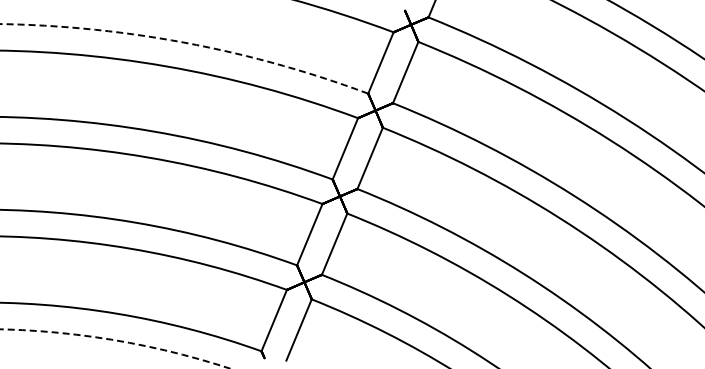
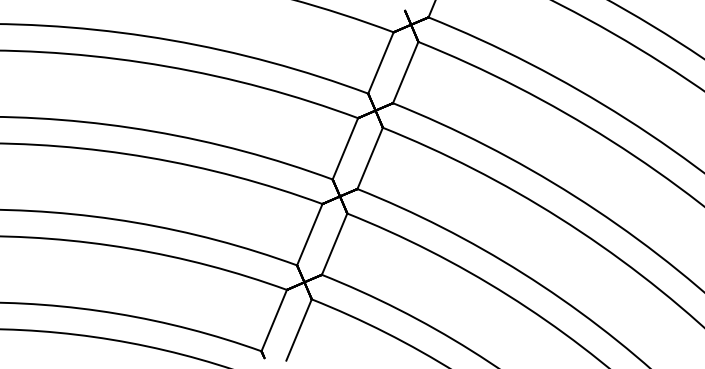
arc at (186, 43): dashed -> solid
arc at (116, 340): dashed -> solid
